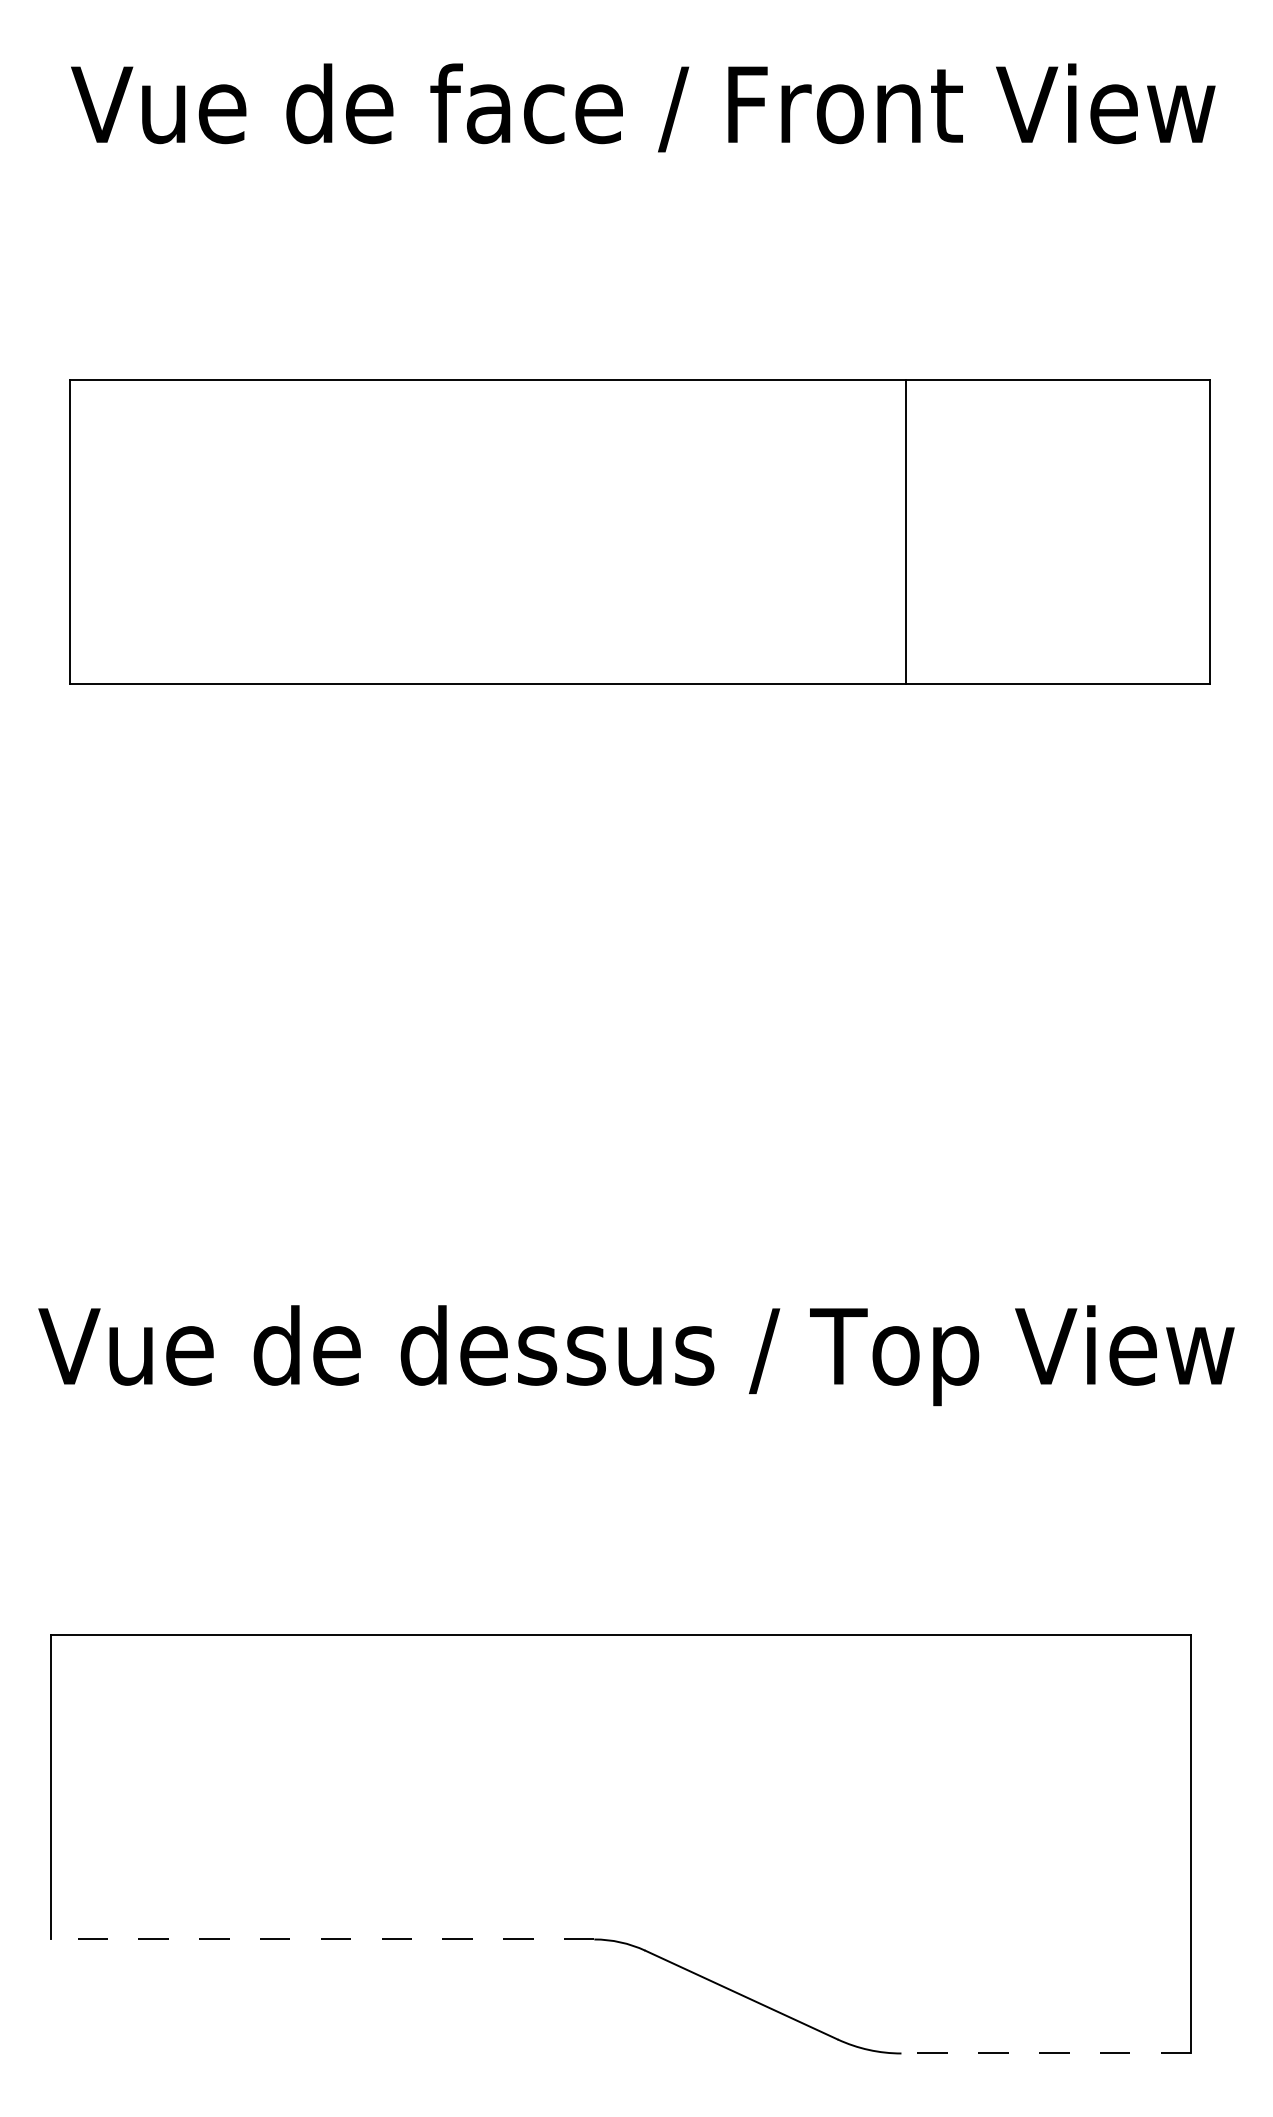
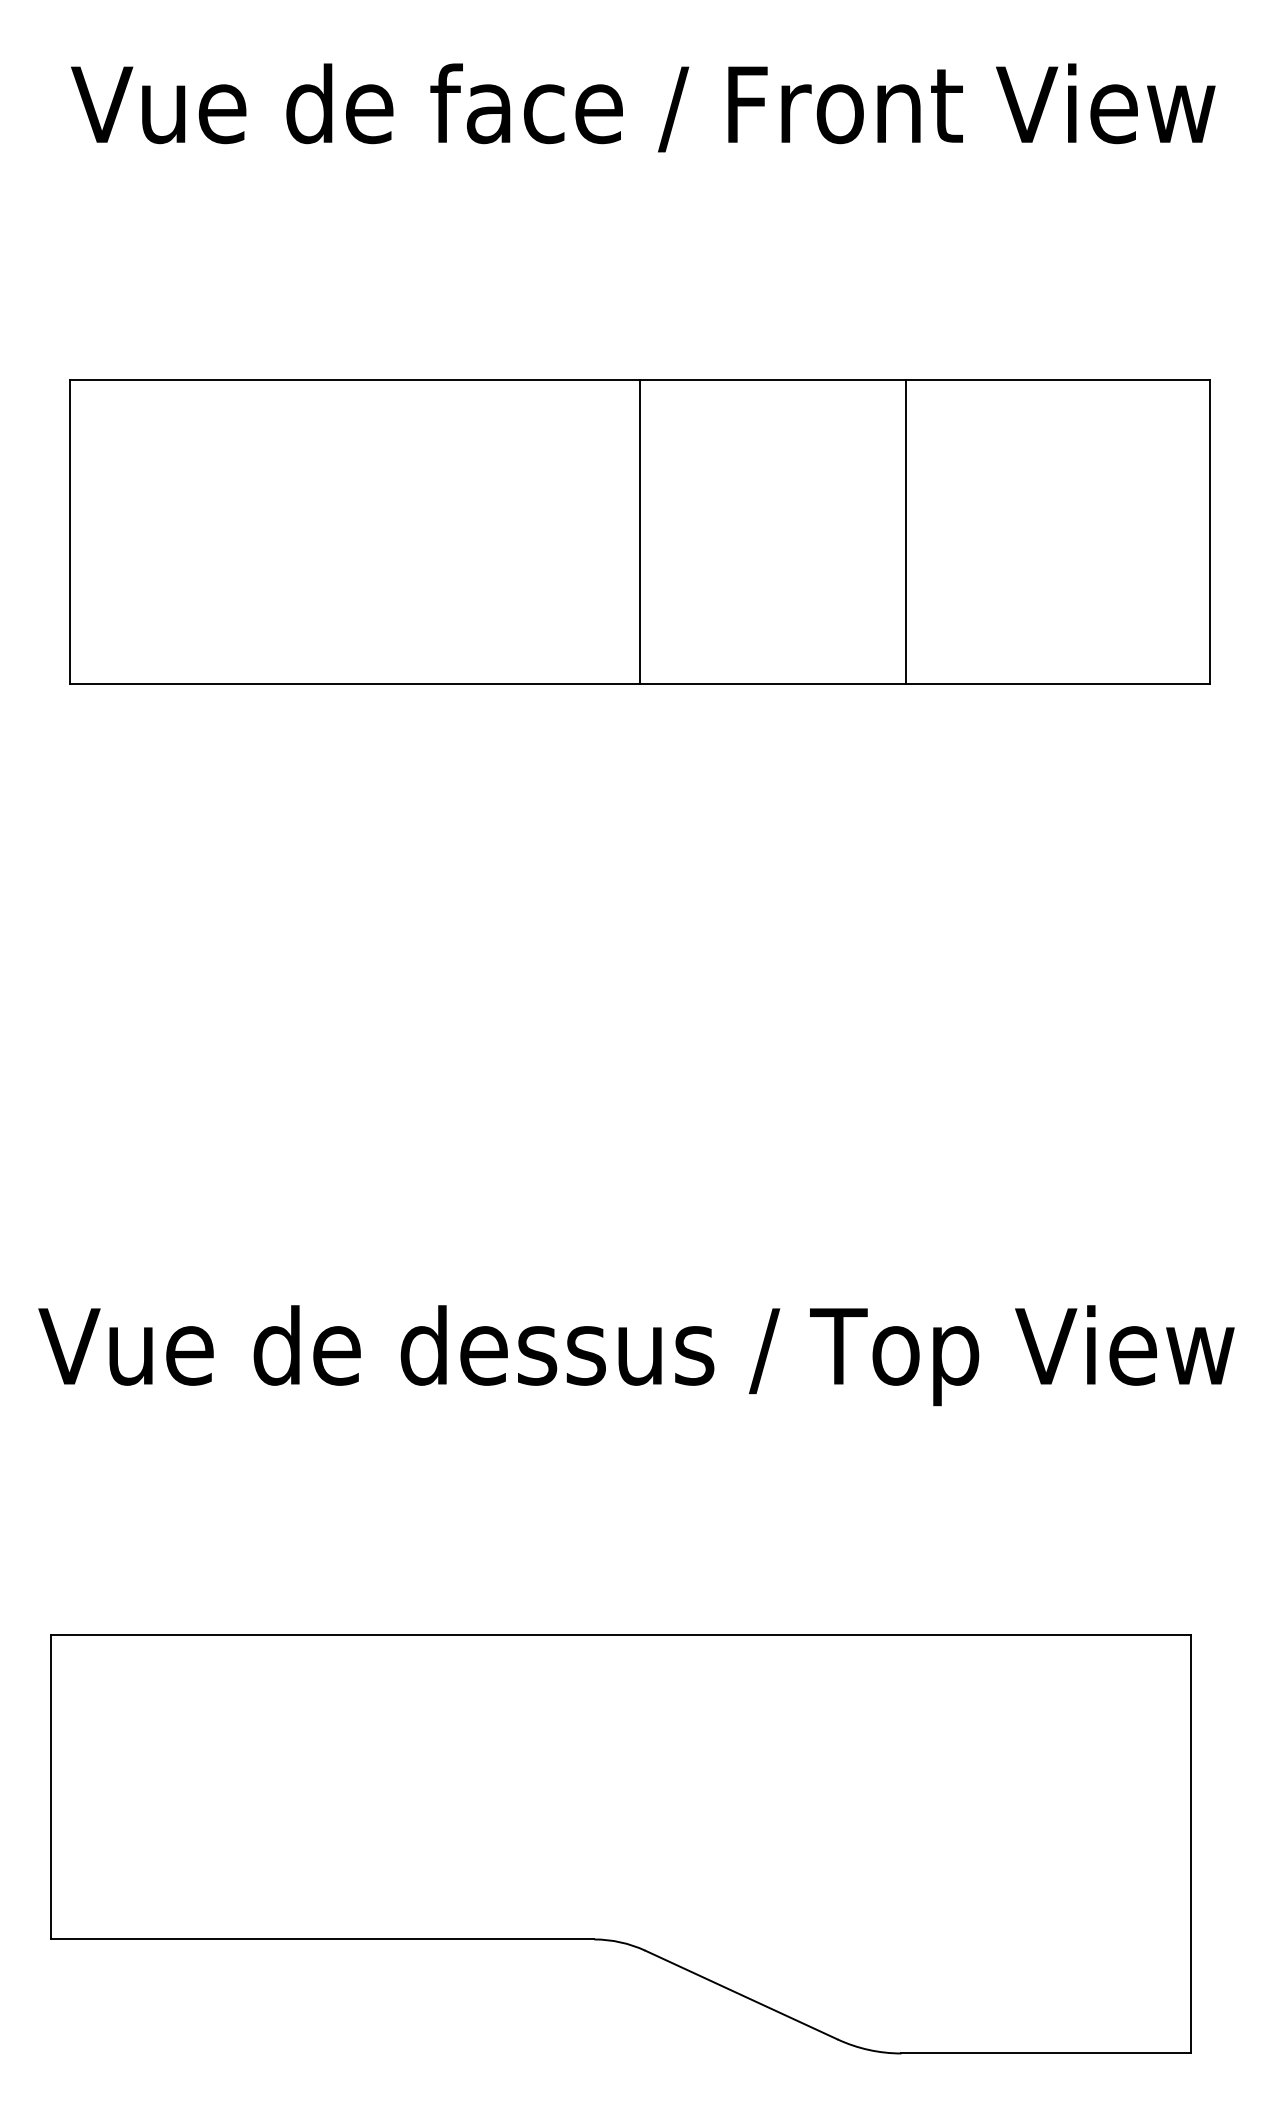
line at (640, 531): none -> present
line at (322, 1939): dashed -> solid
line at (1046, 2053): dashed -> solid
